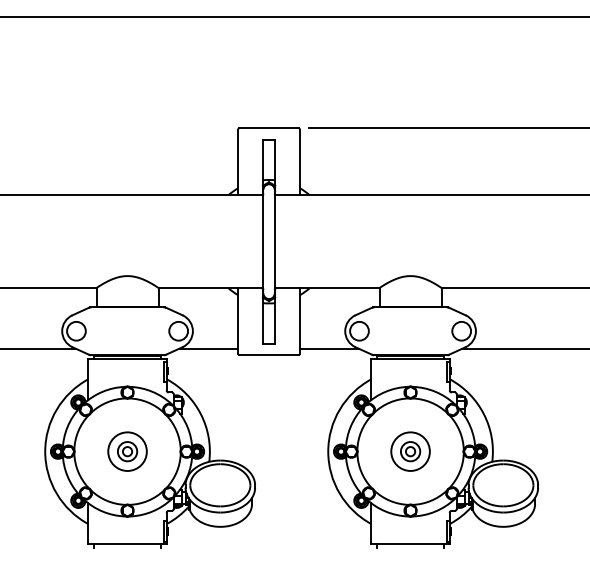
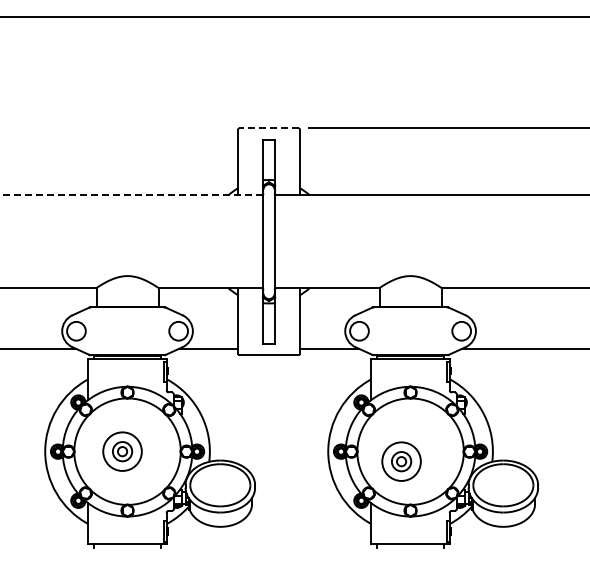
line at (269, 128): solid -> dashed
line at (131, 195): solid -> dashed
part at (127, 451) position: (127, 451) -> (122, 451)
part at (410, 451) position: (410, 451) -> (401, 461)
